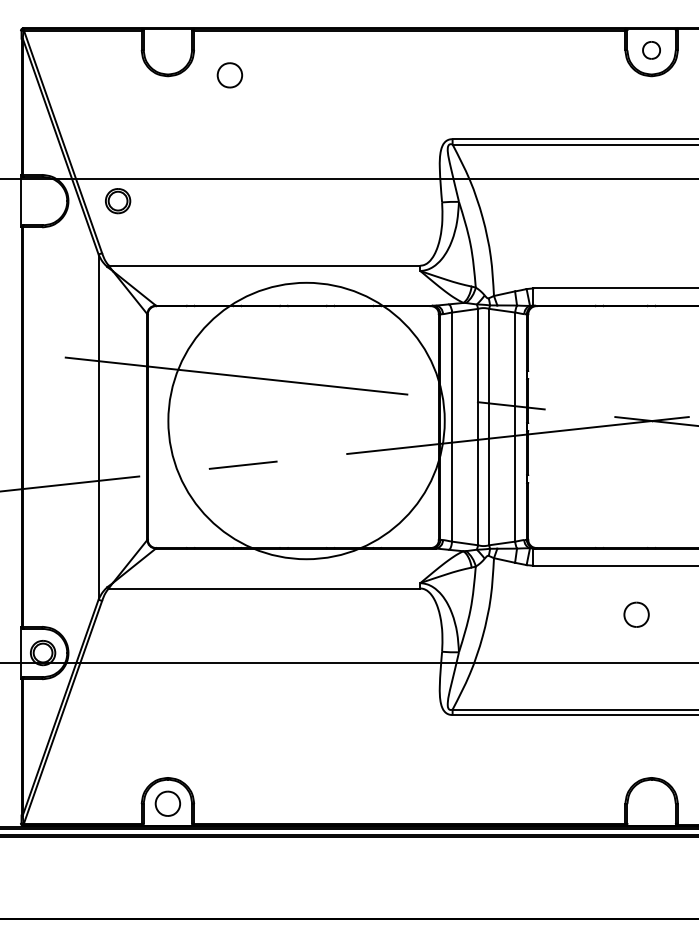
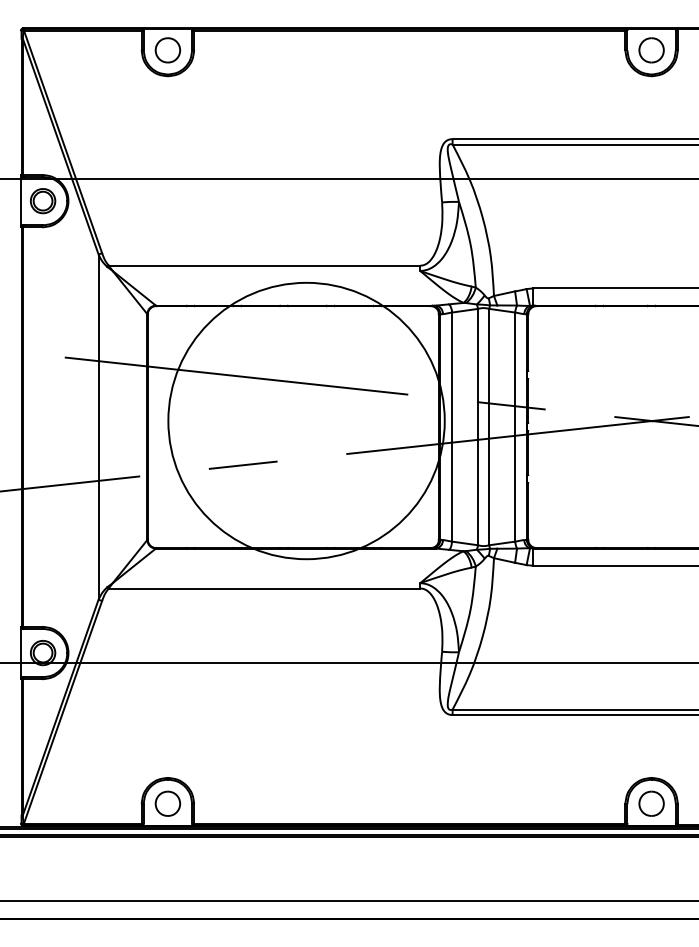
part at (651, 50) size: 19x19 px -> 27x27 px
part at (229, 75) position: (229, 75) -> (167, 50)
part at (118, 201) position: (118, 201) -> (43, 201)
part at (636, 614) position: (636, 614) -> (651, 803)
line at (348, 901): none -> present
